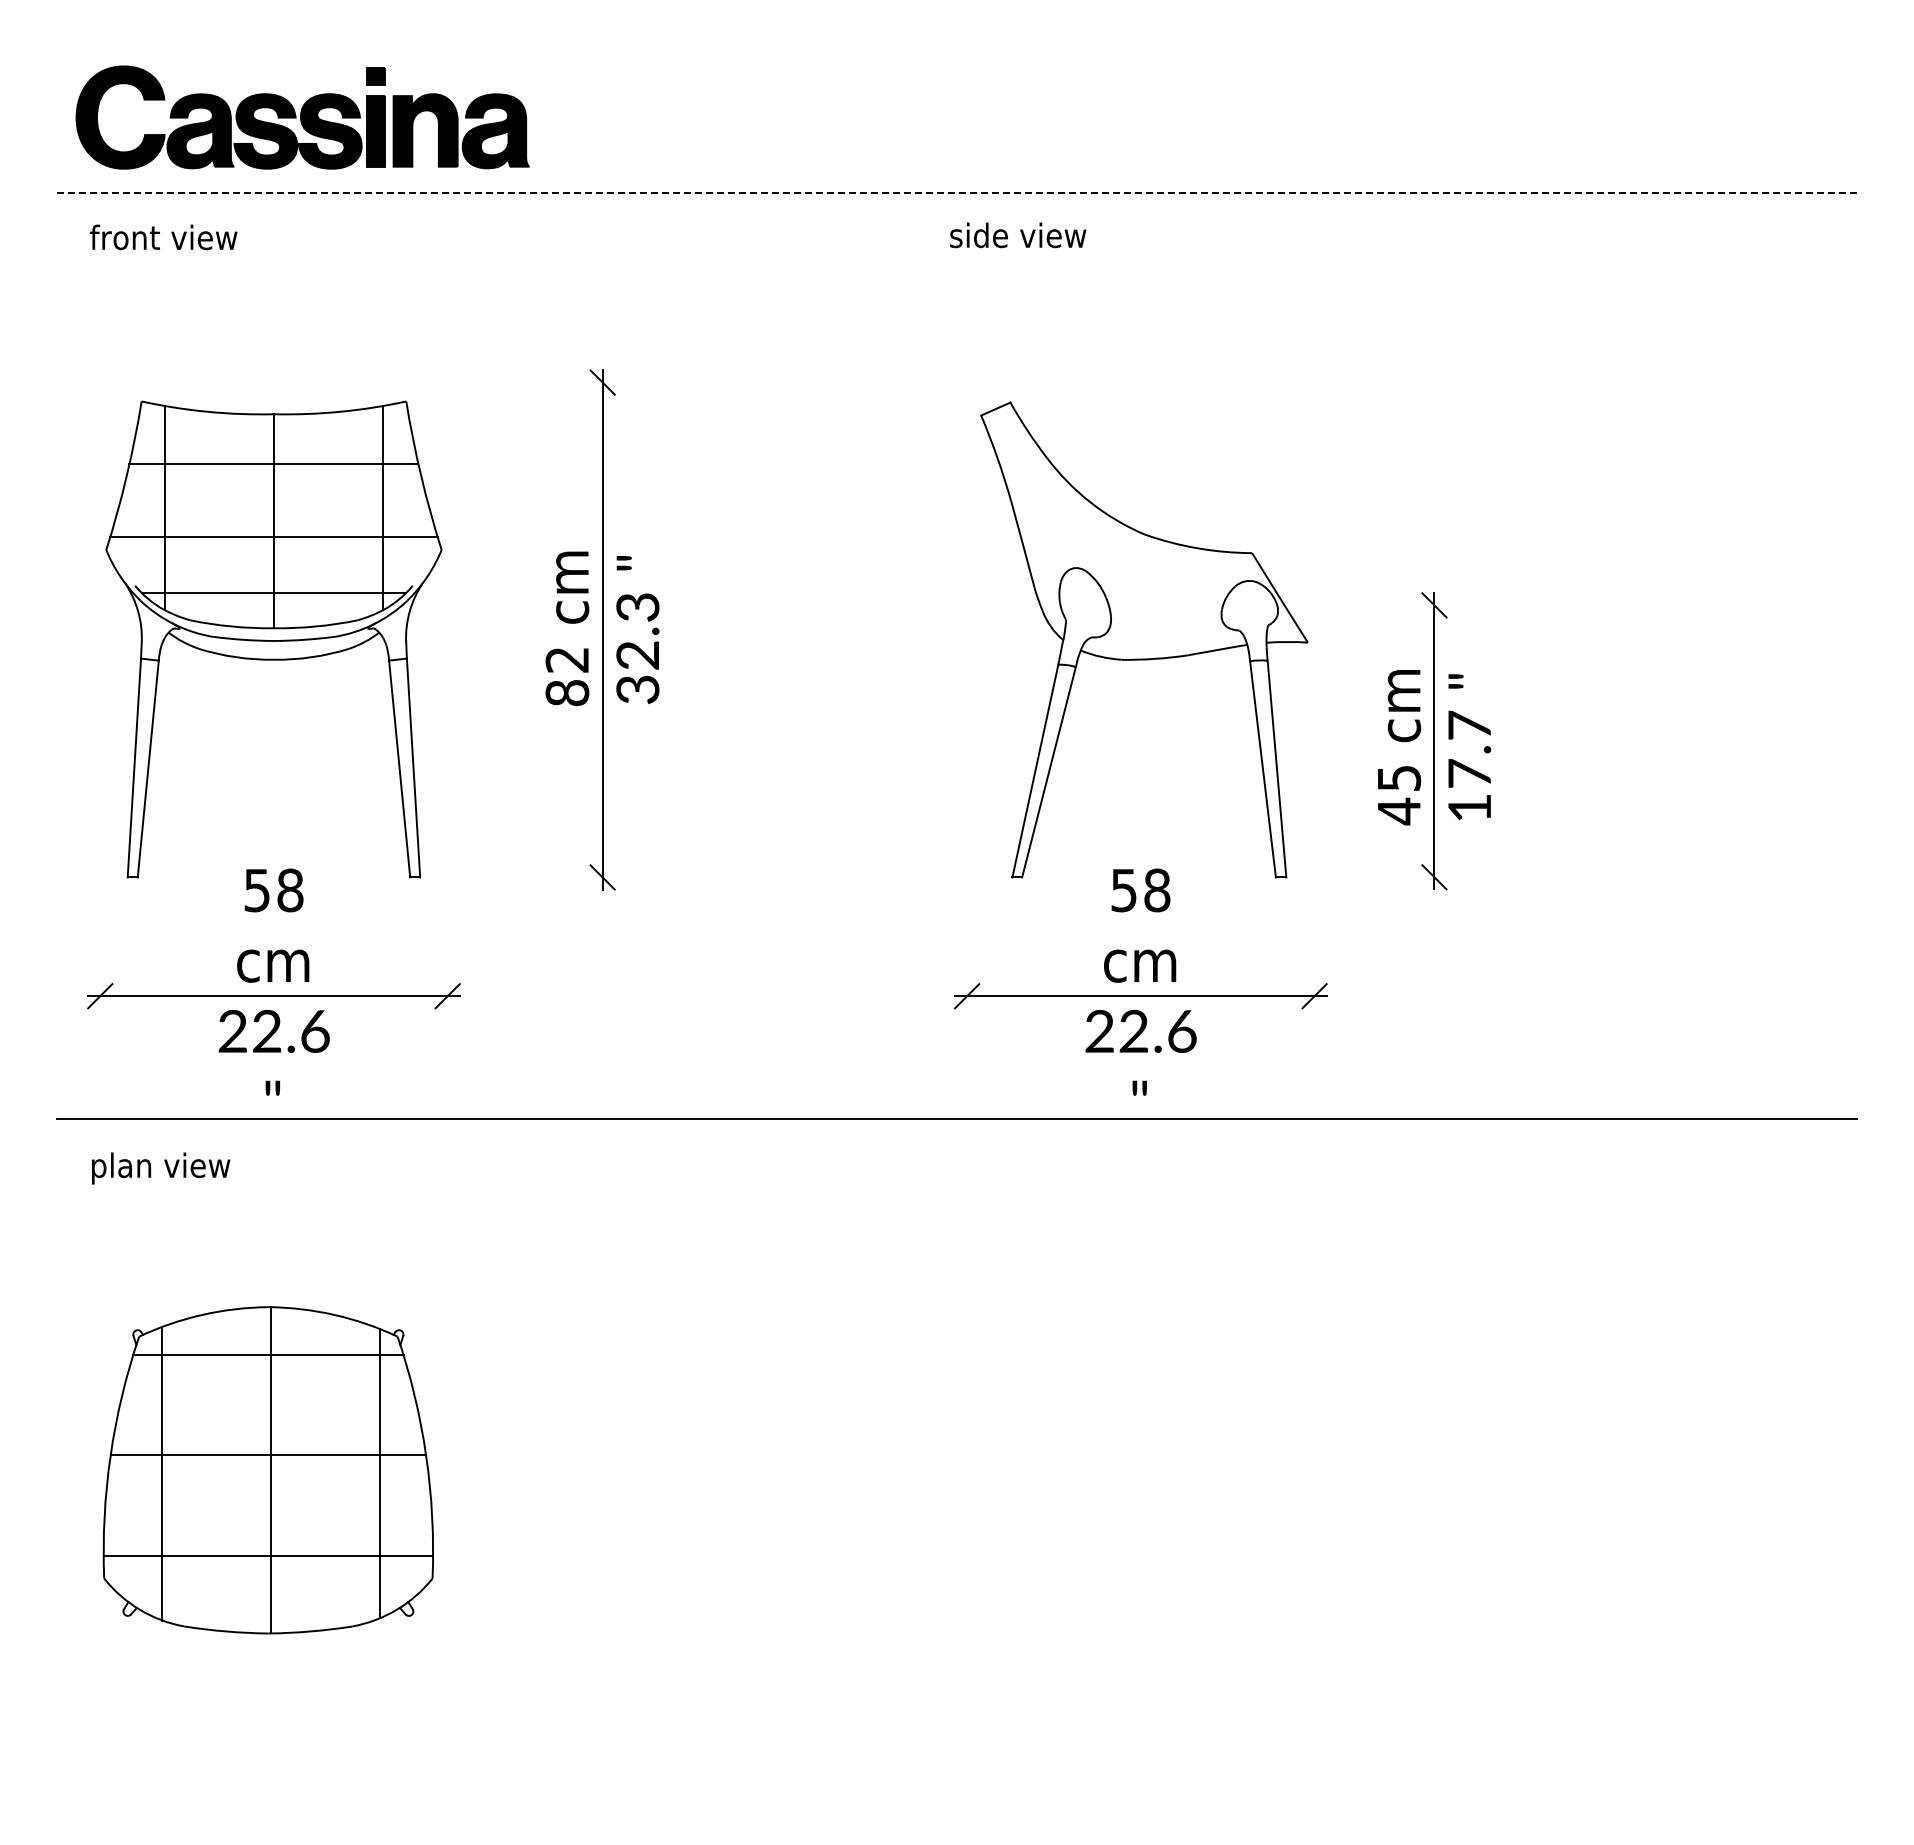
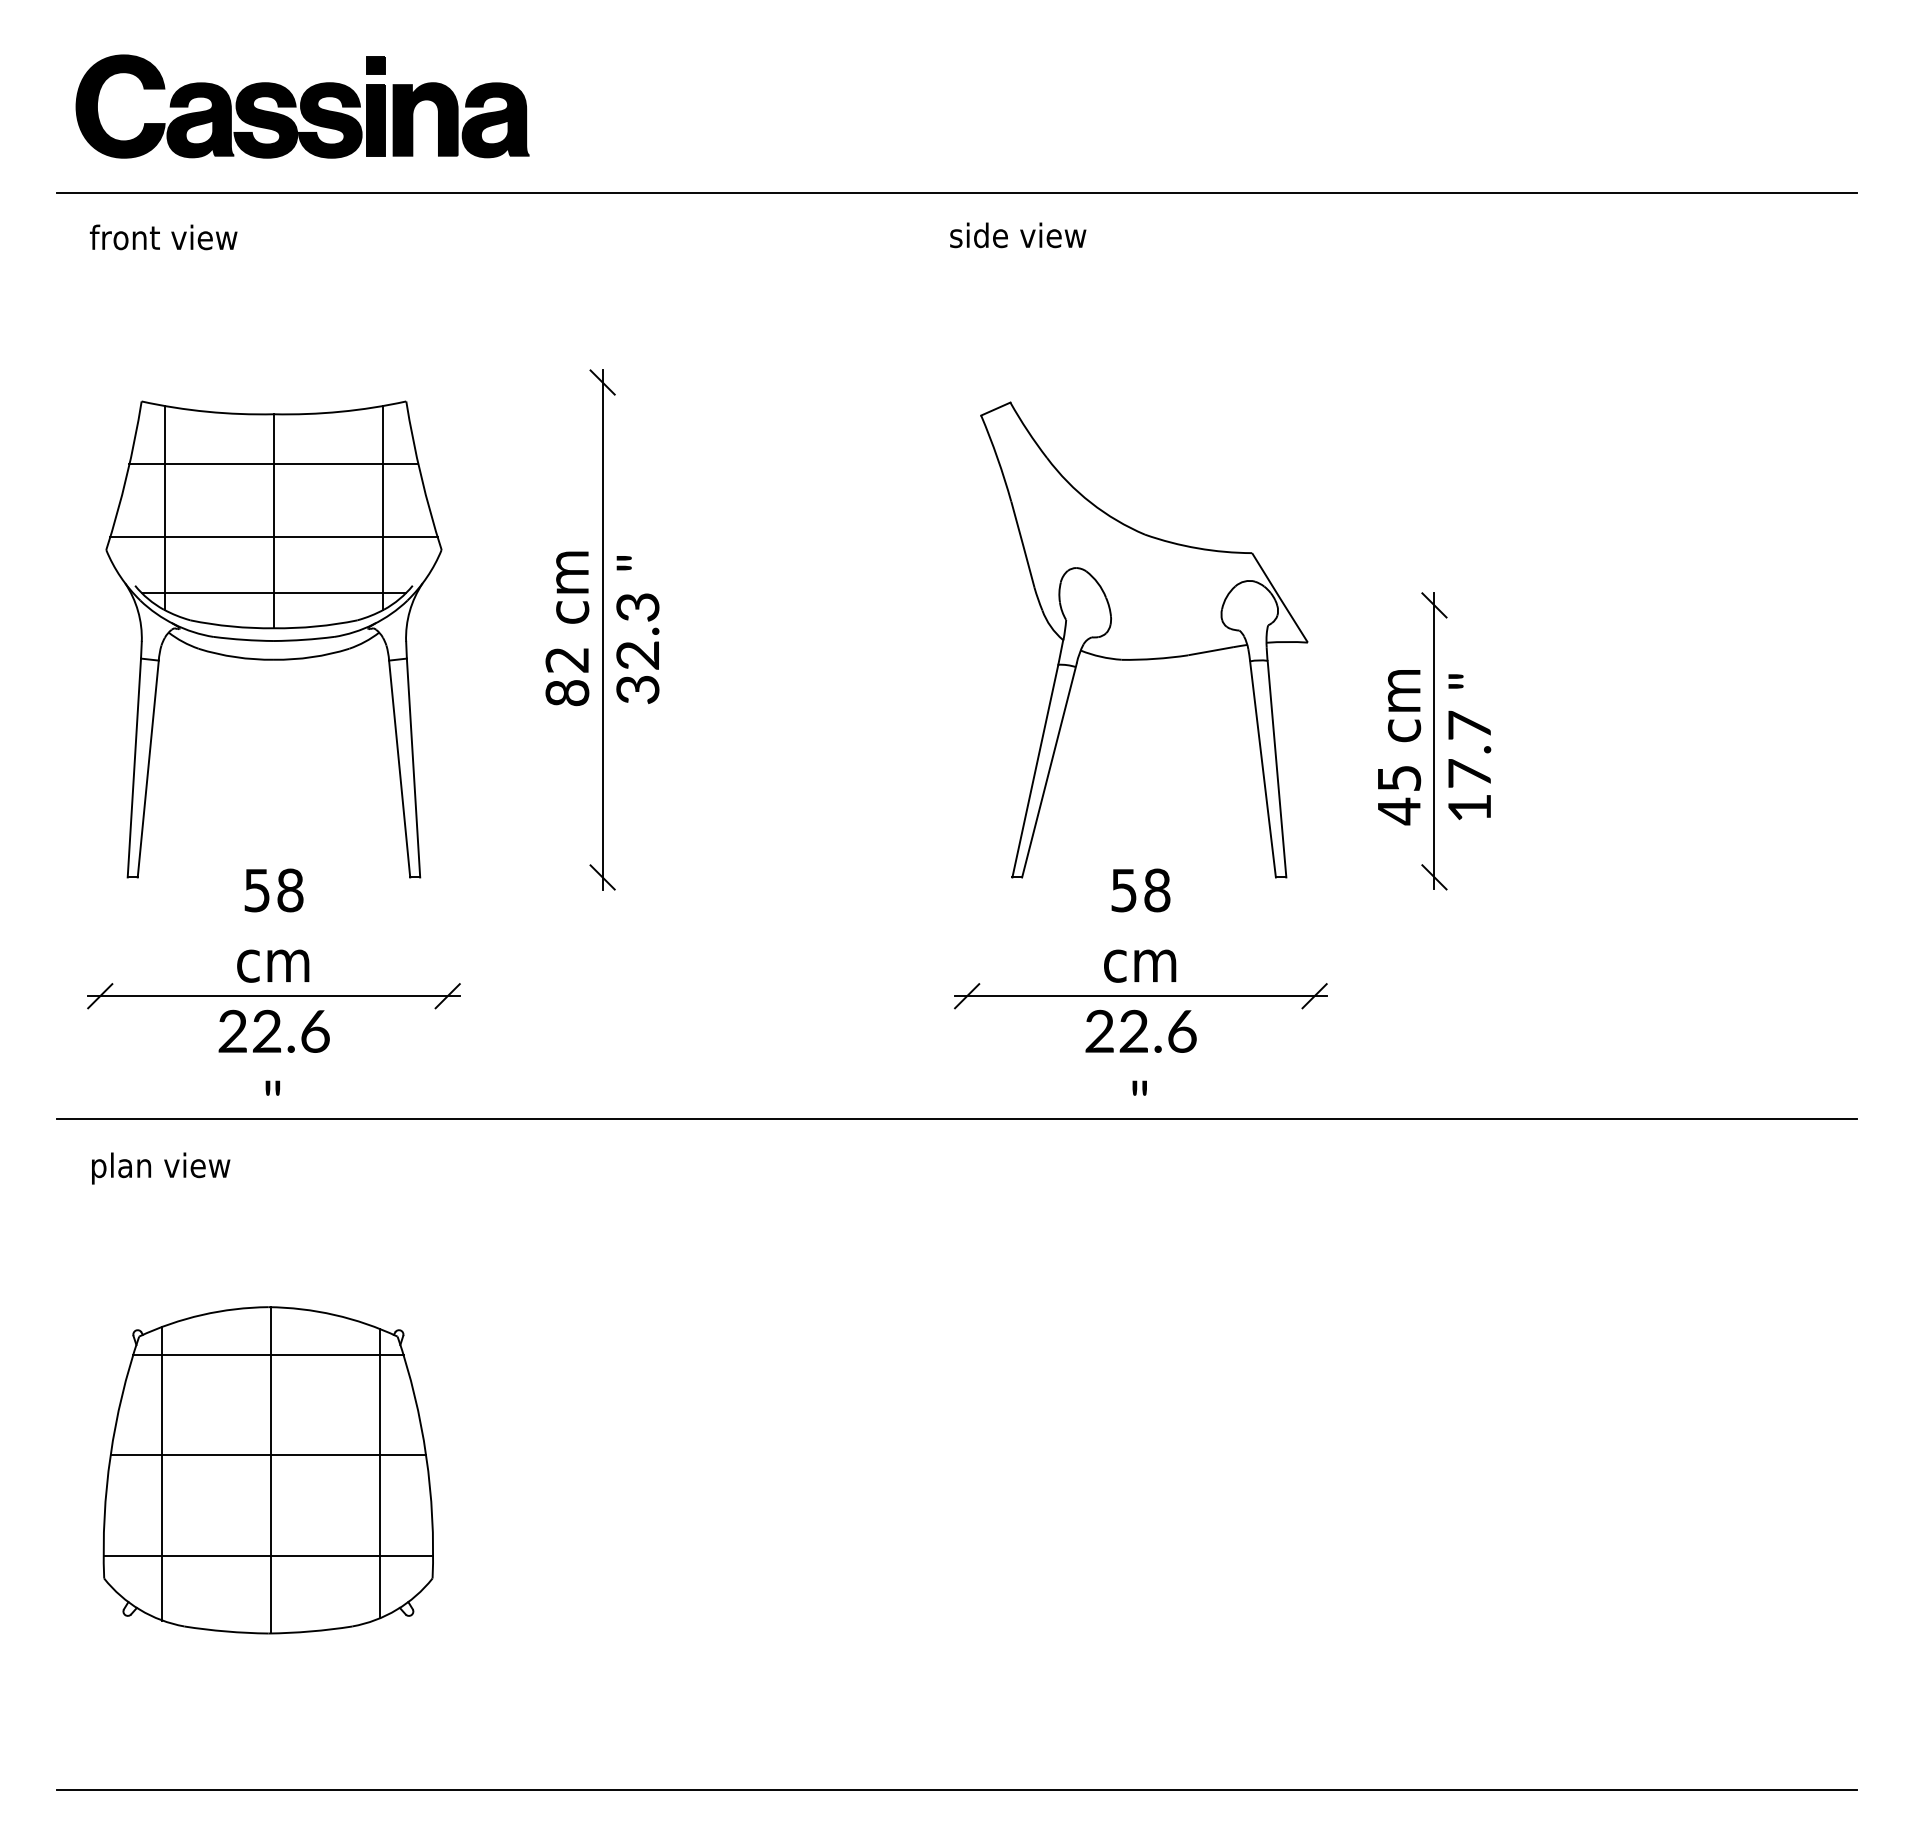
part at (302, 117) position: (302, 117) -> (302, 106)
line at (957, 193): dashed -> solid
line at (956, 1789): none -> present
